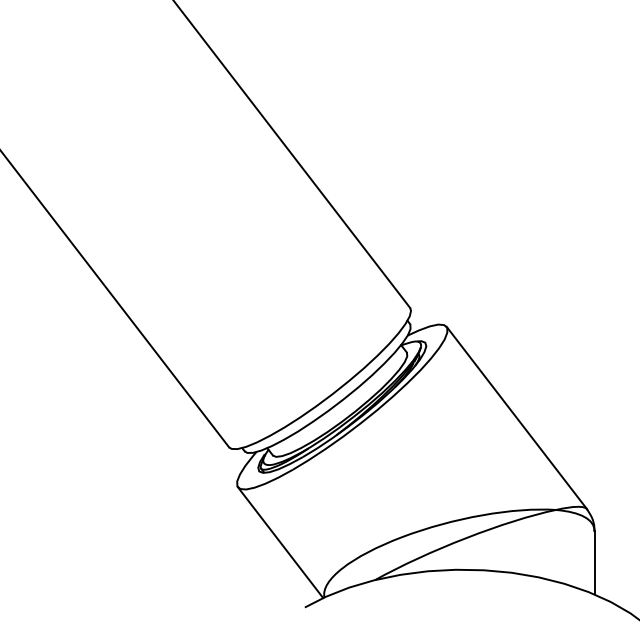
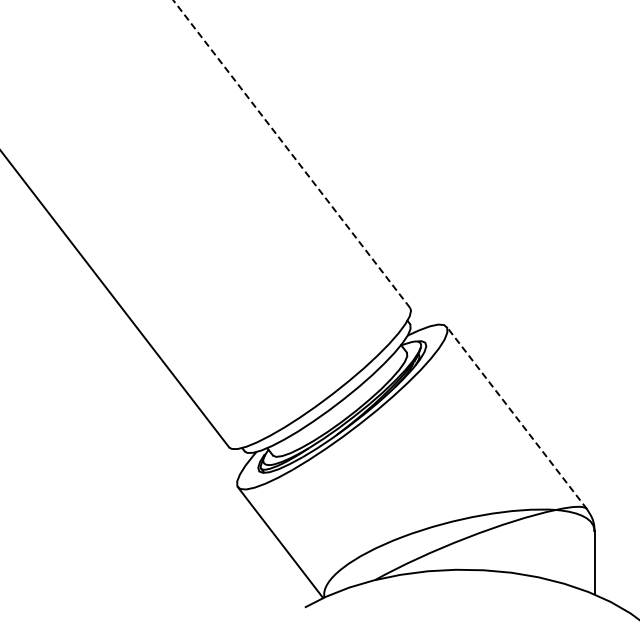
line at (291, 154): solid -> dashed
line at (516, 417): solid -> dashed
